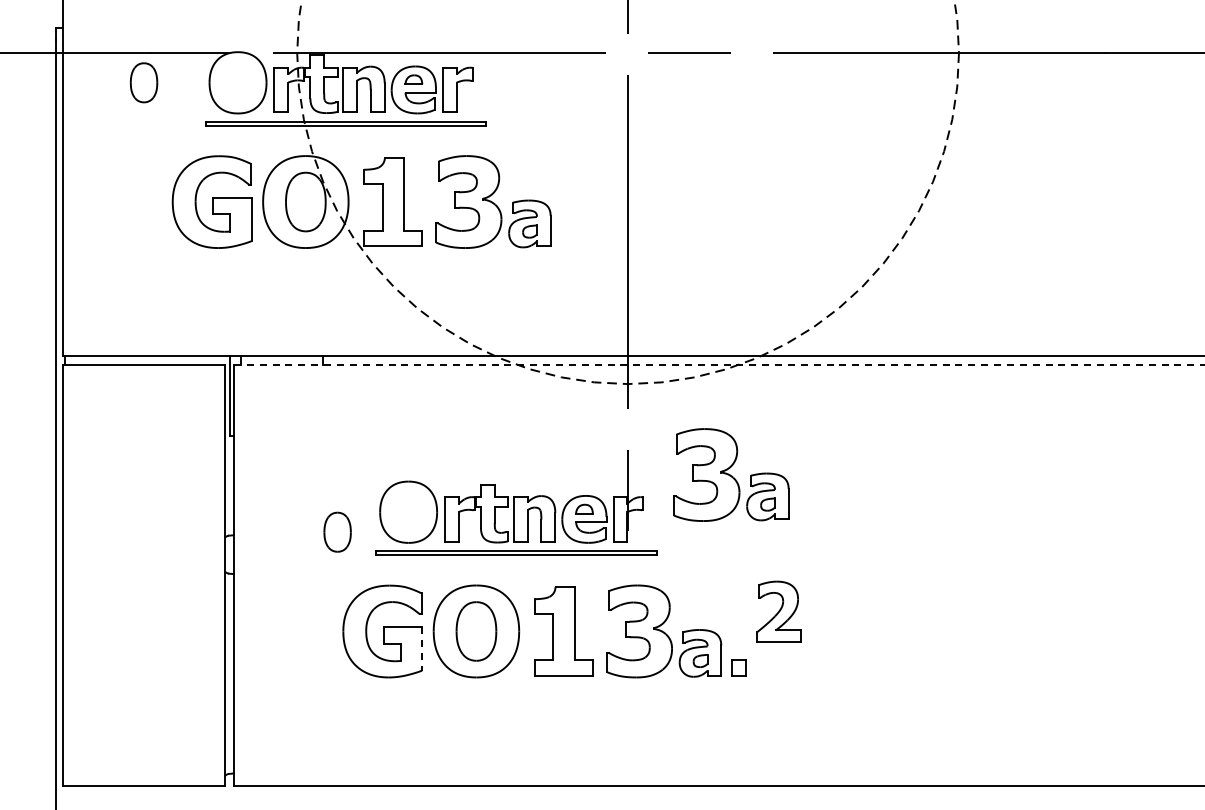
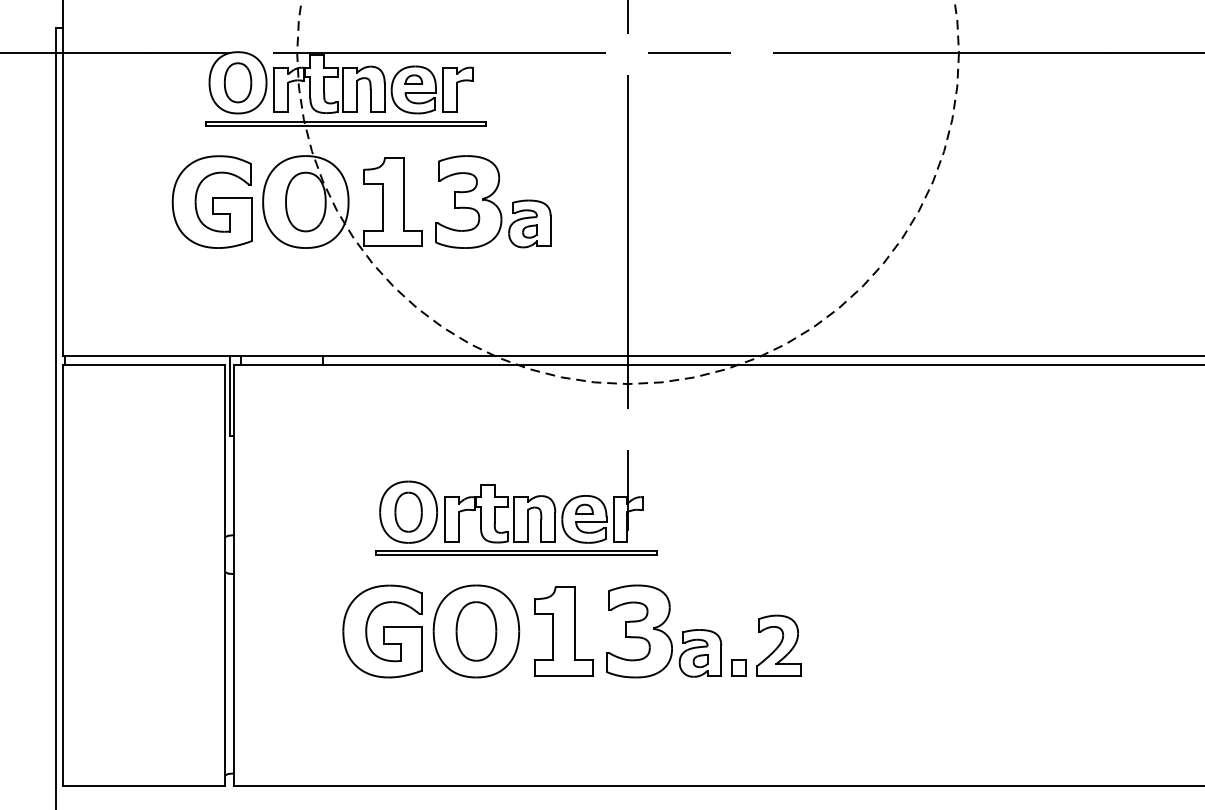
part at (143, 82) position: (143, 82) -> (237, 82)
line at (719, 364): dashed -> solid
part at (731, 474): present -> none
part at (337, 531) position: (337, 531) -> (408, 511)
part at (778, 611) position: (778, 611) -> (778, 645)
line at (422, 648): dashed -> solid
